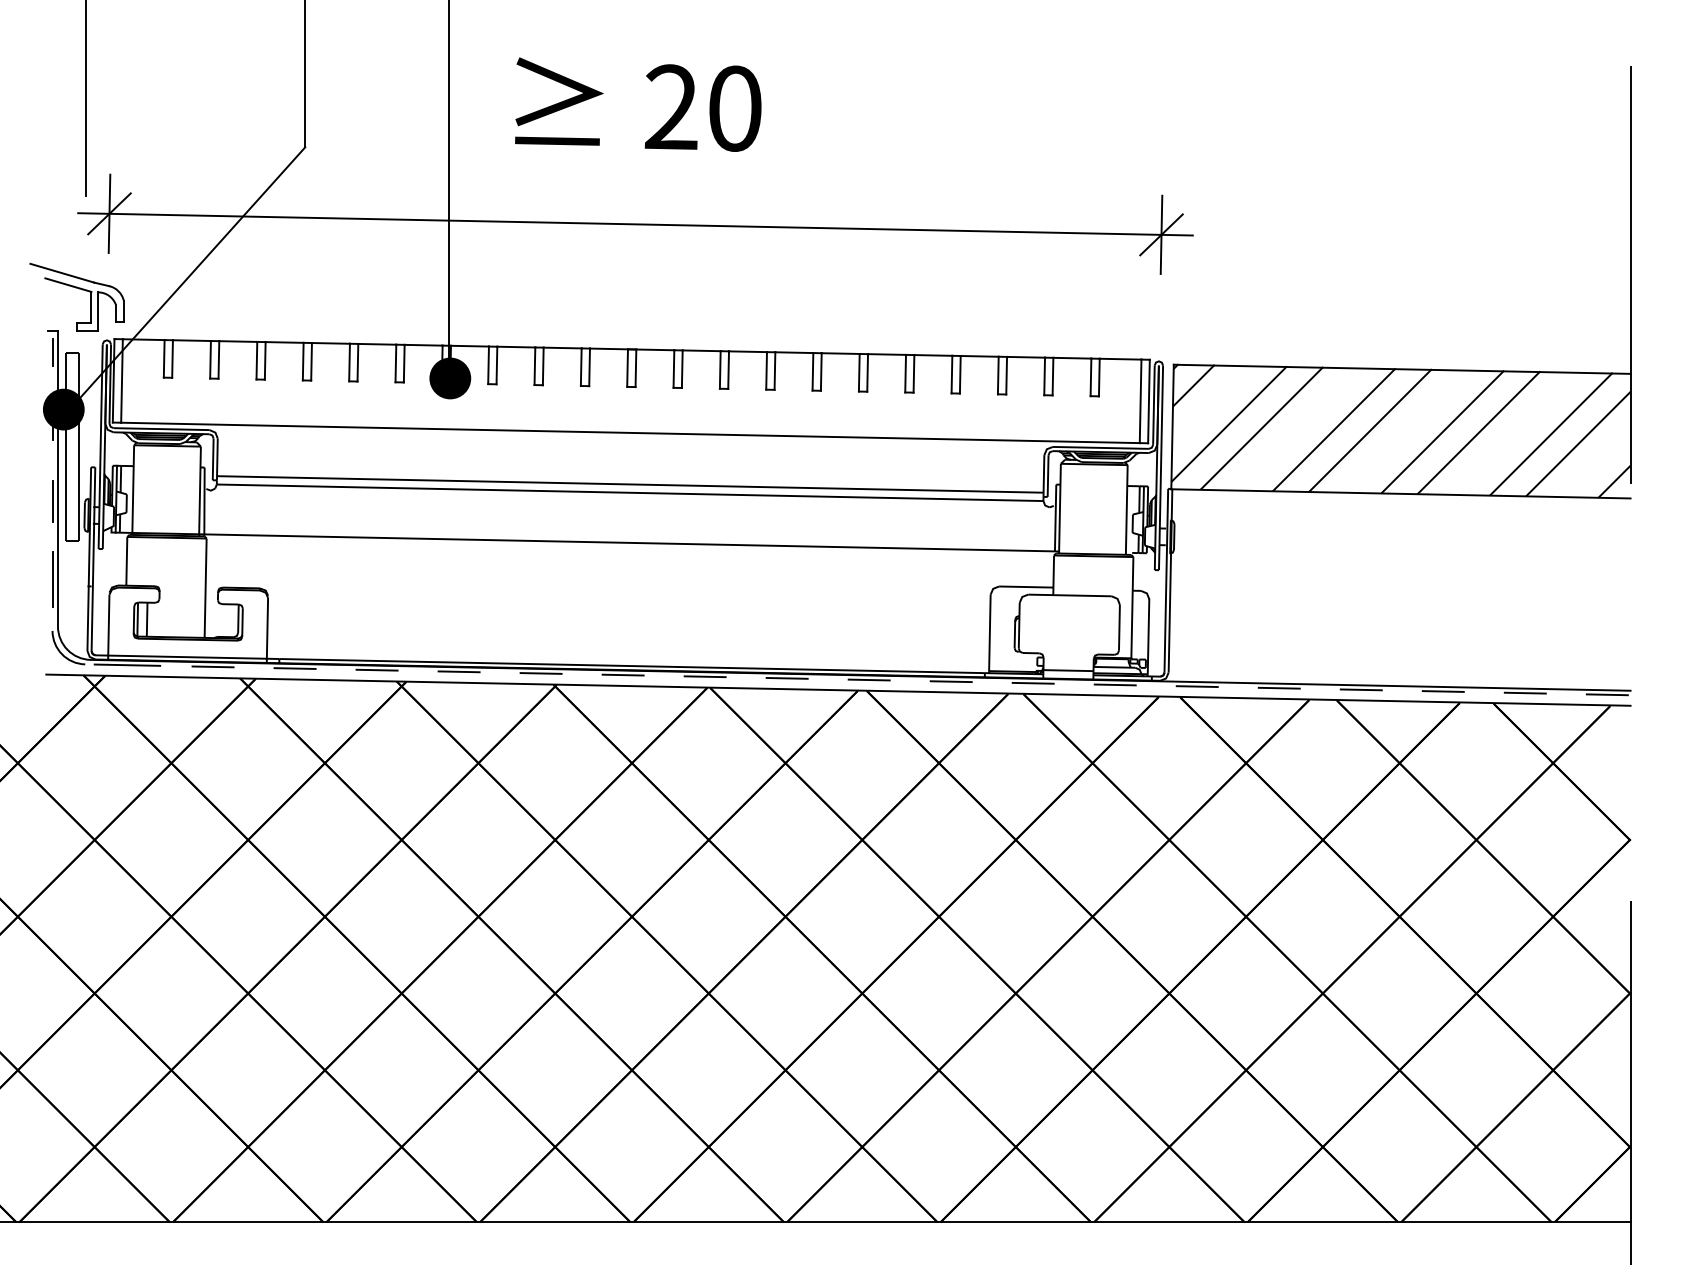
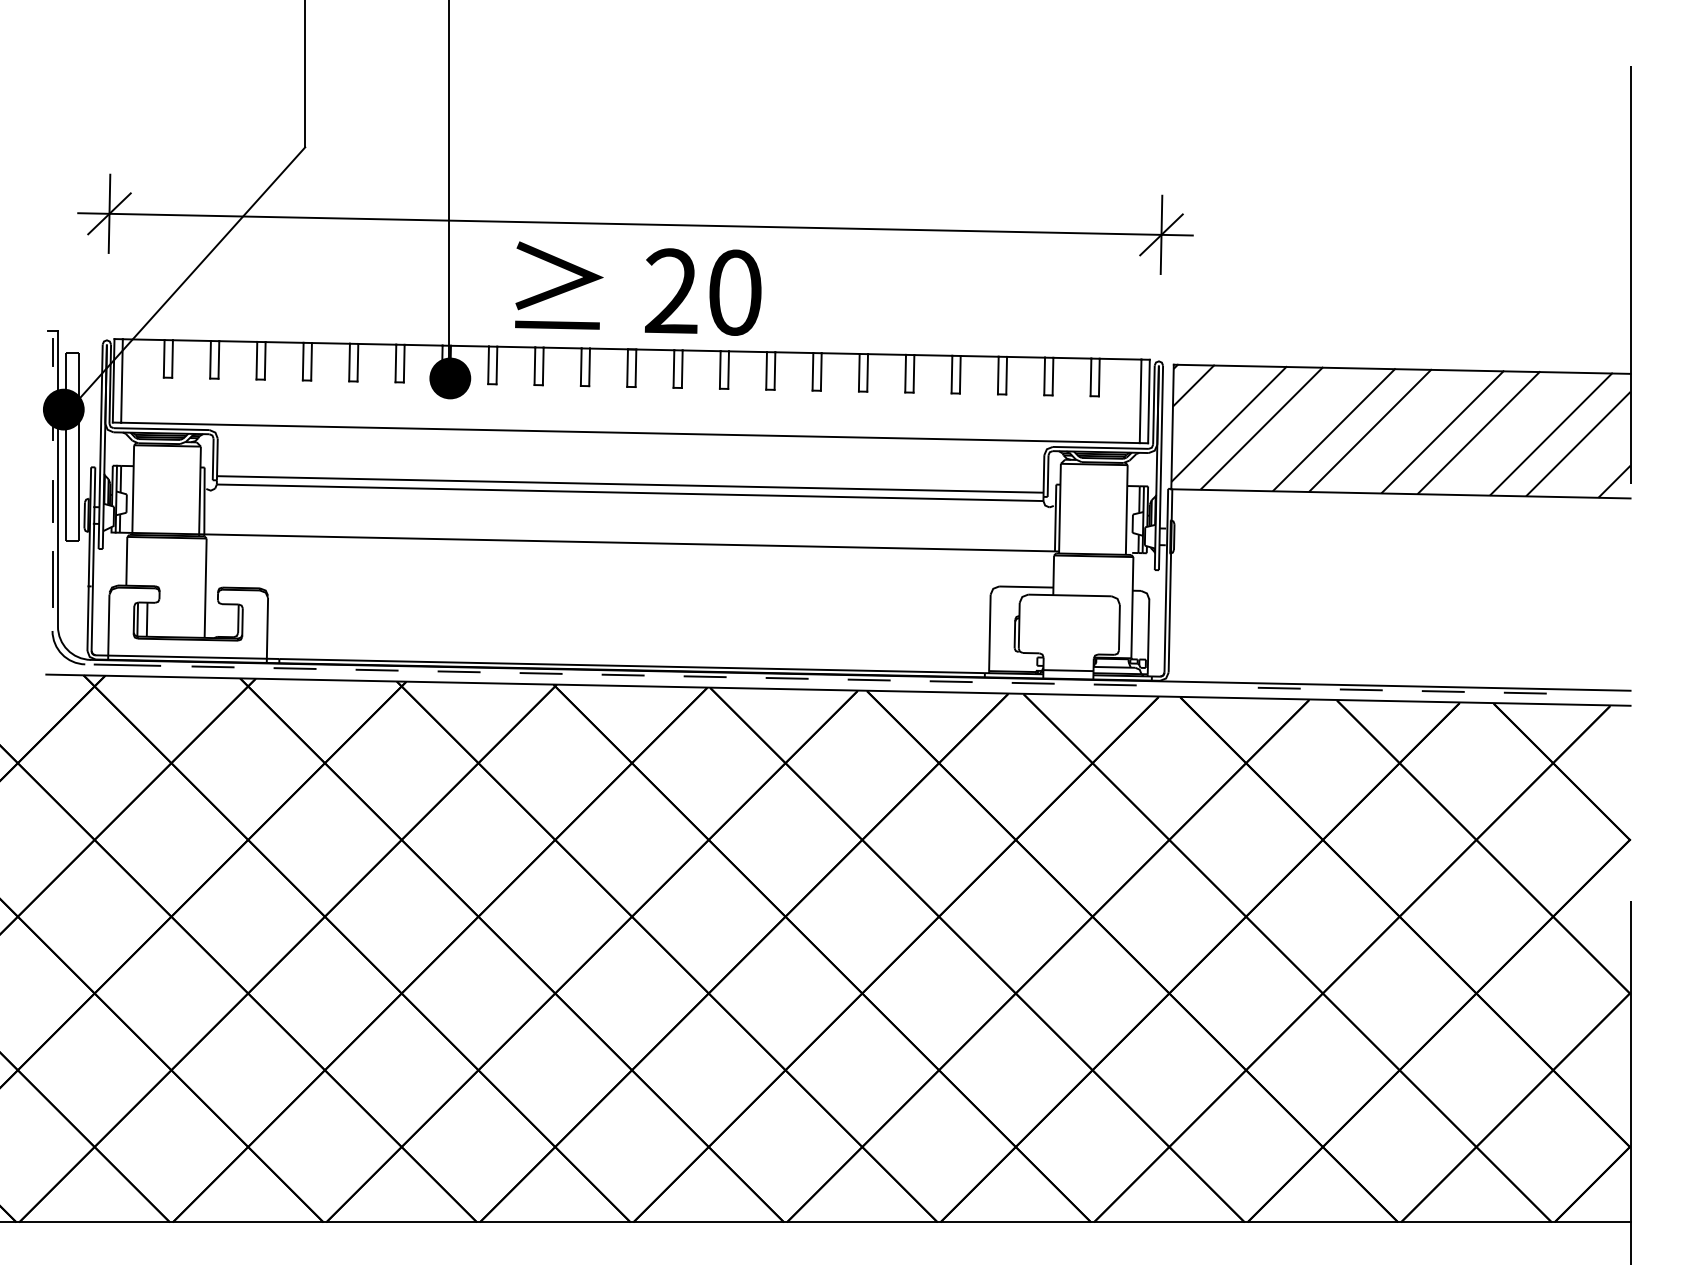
line at (86, 98): present -> none
text at (638, 104) position: (638, 104) -> (638, 288)
part at (79, 289): present -> none
line at (1196, 686): present -> none
line at (1606, 694): present -> none
